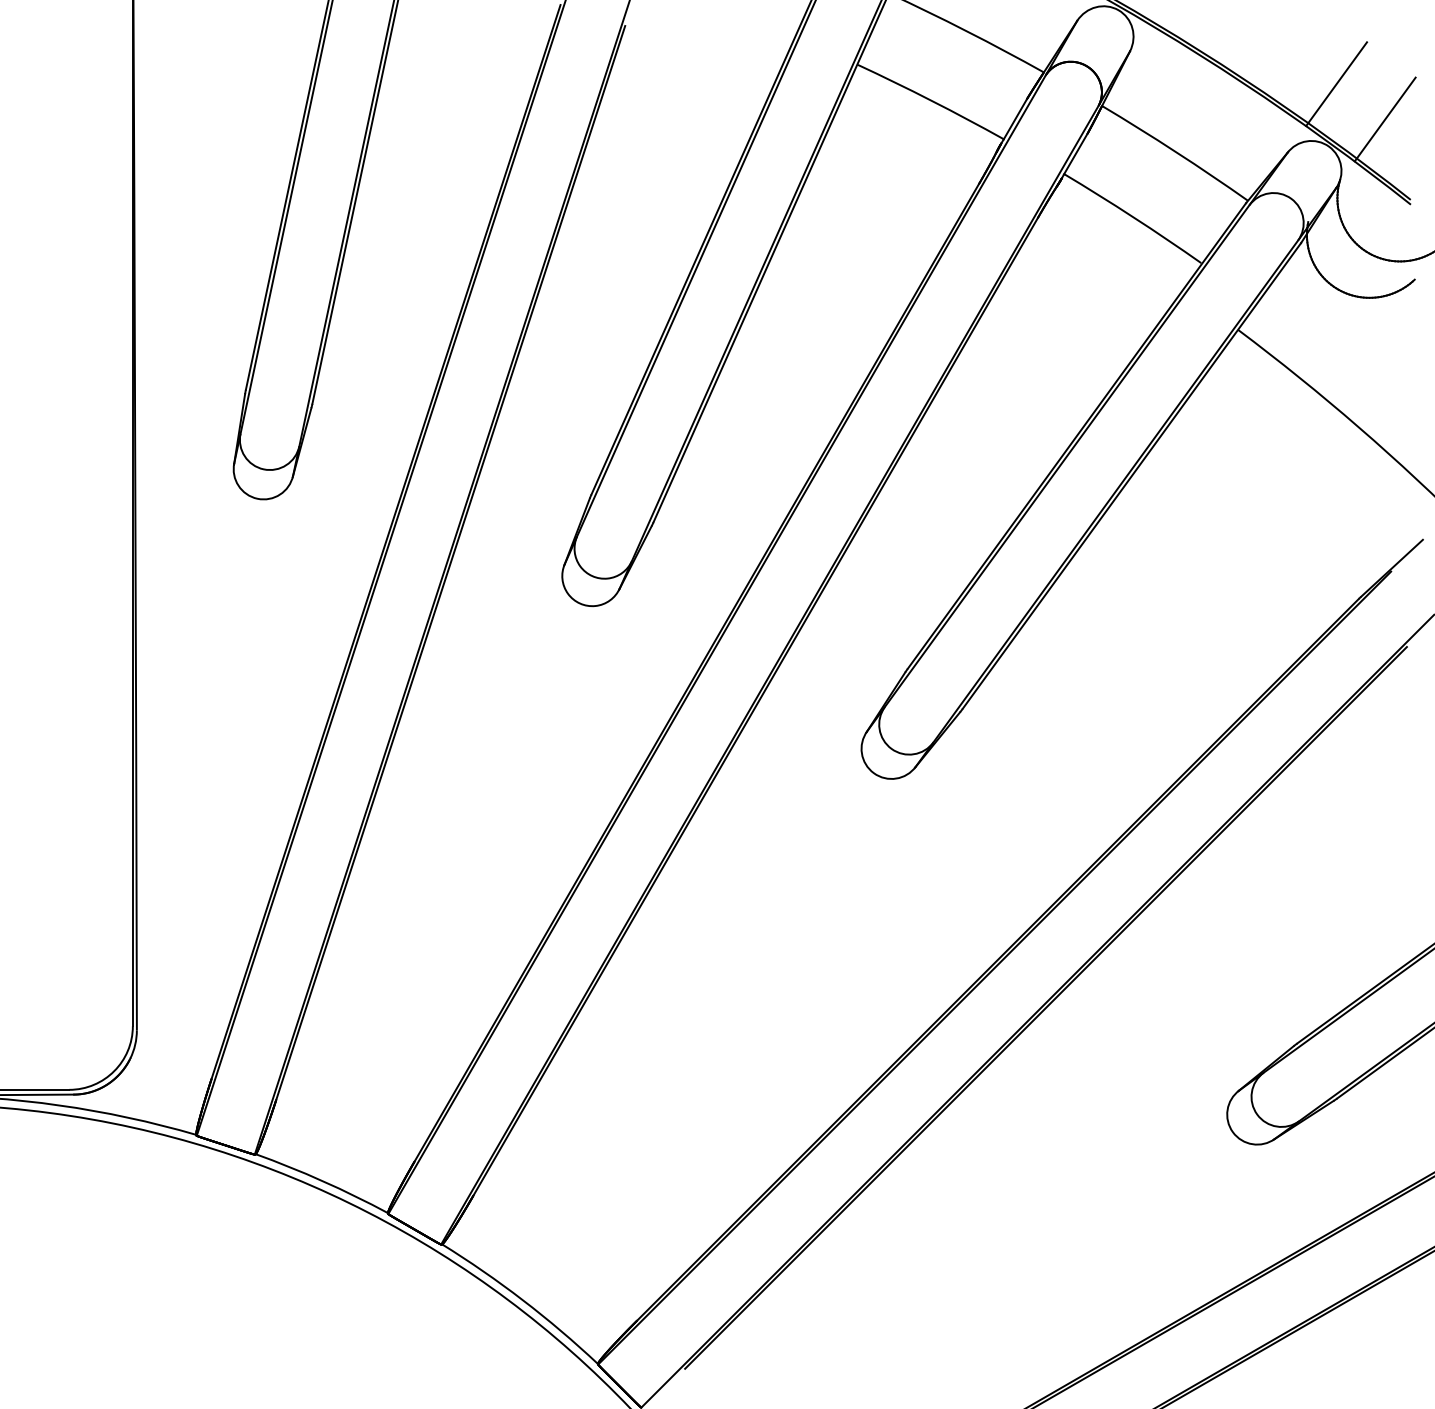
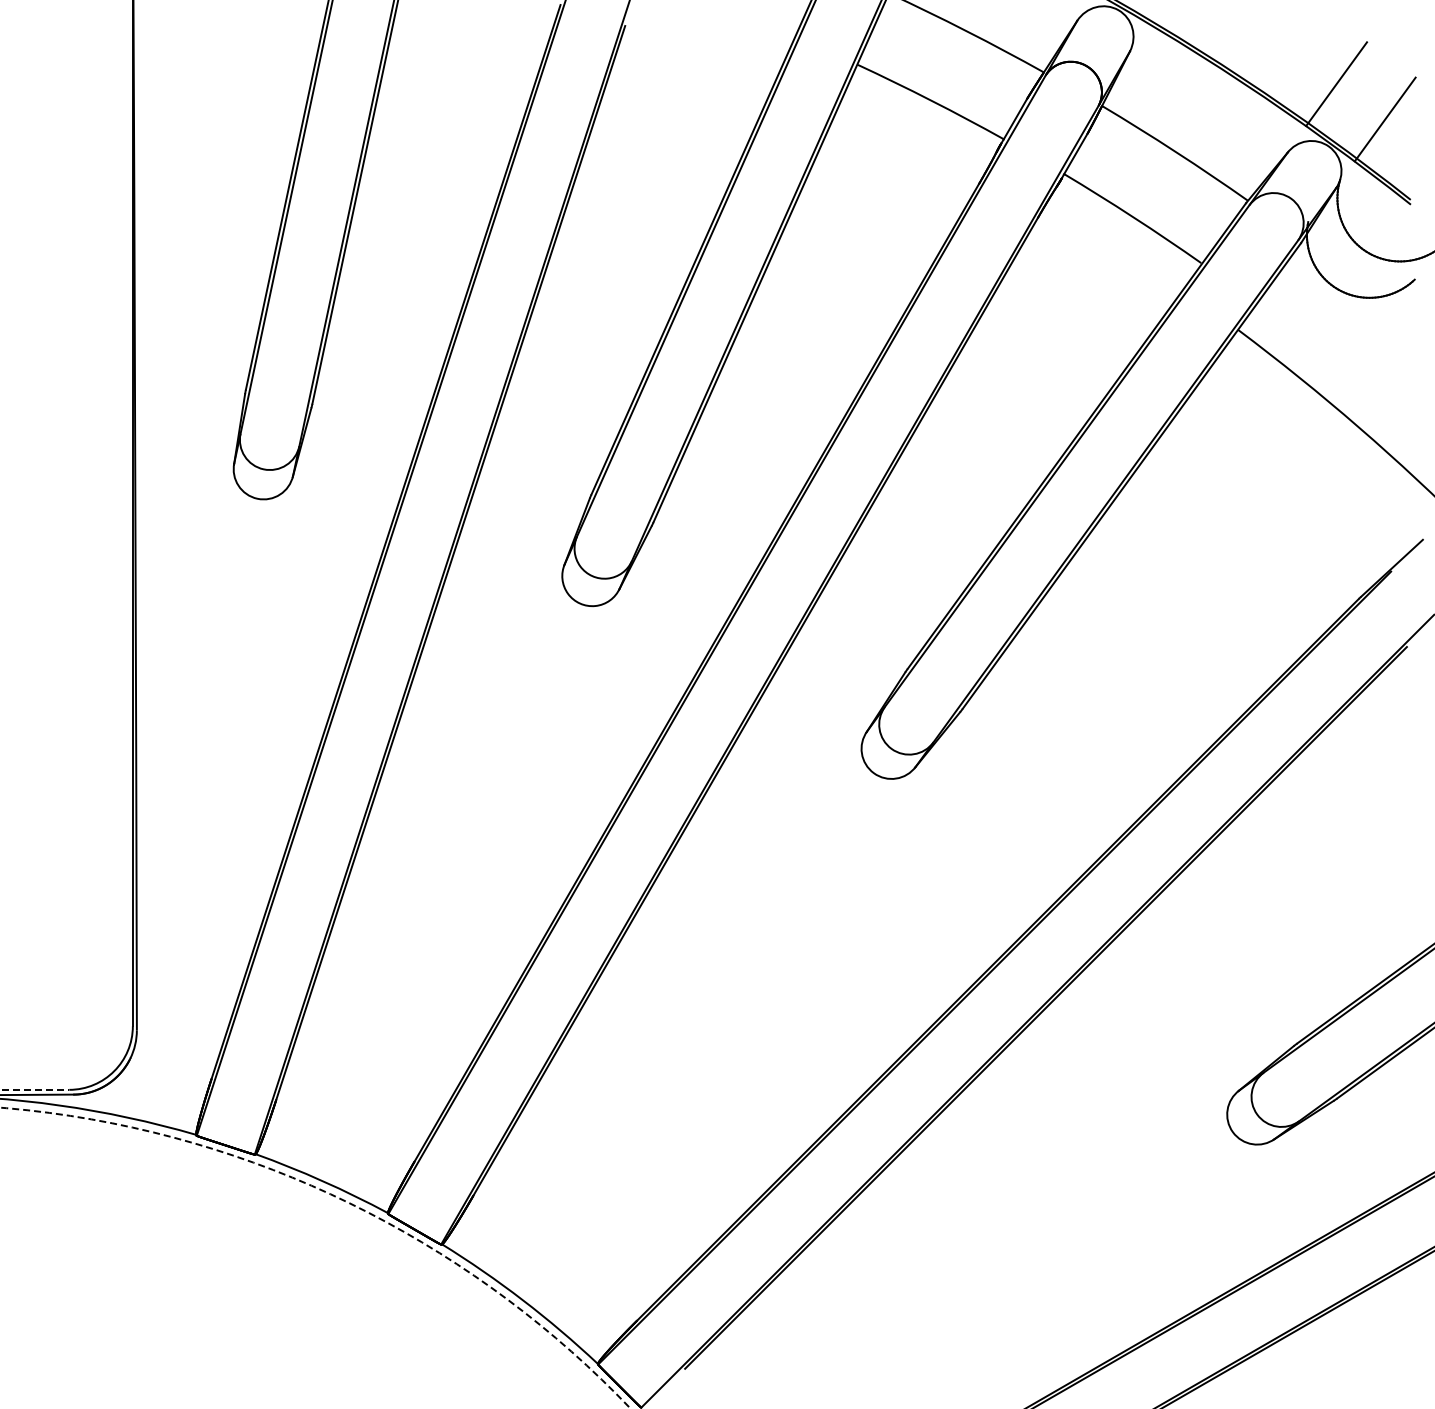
line at (35, 1089): solid -> dashed
arc at (342, 1200): solid -> dashed
